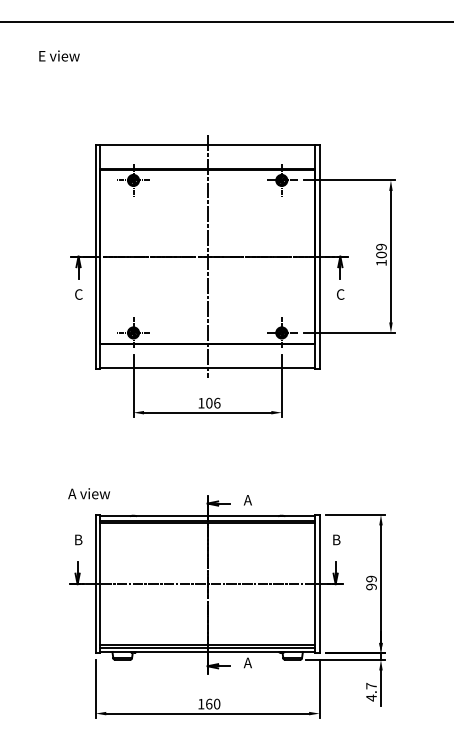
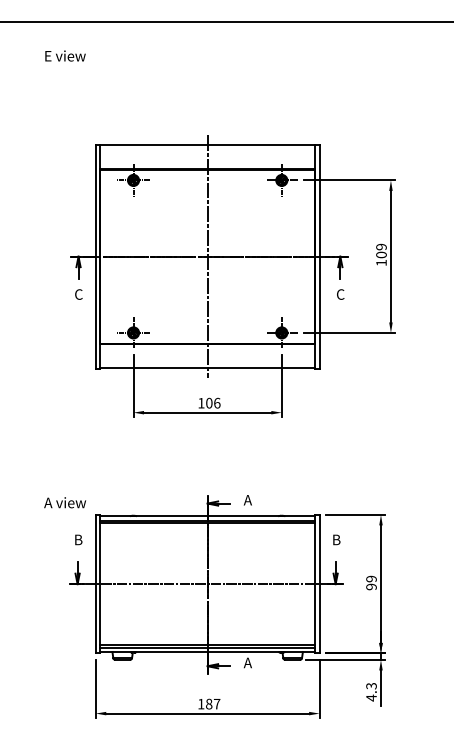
text at (59, 55) position: (59, 55) -> (65, 55)
text at (89, 493) position: (89, 493) -> (65, 502)
text at (371, 685): 4.7 -> 4.3
text at (213, 703): 160 -> 187
